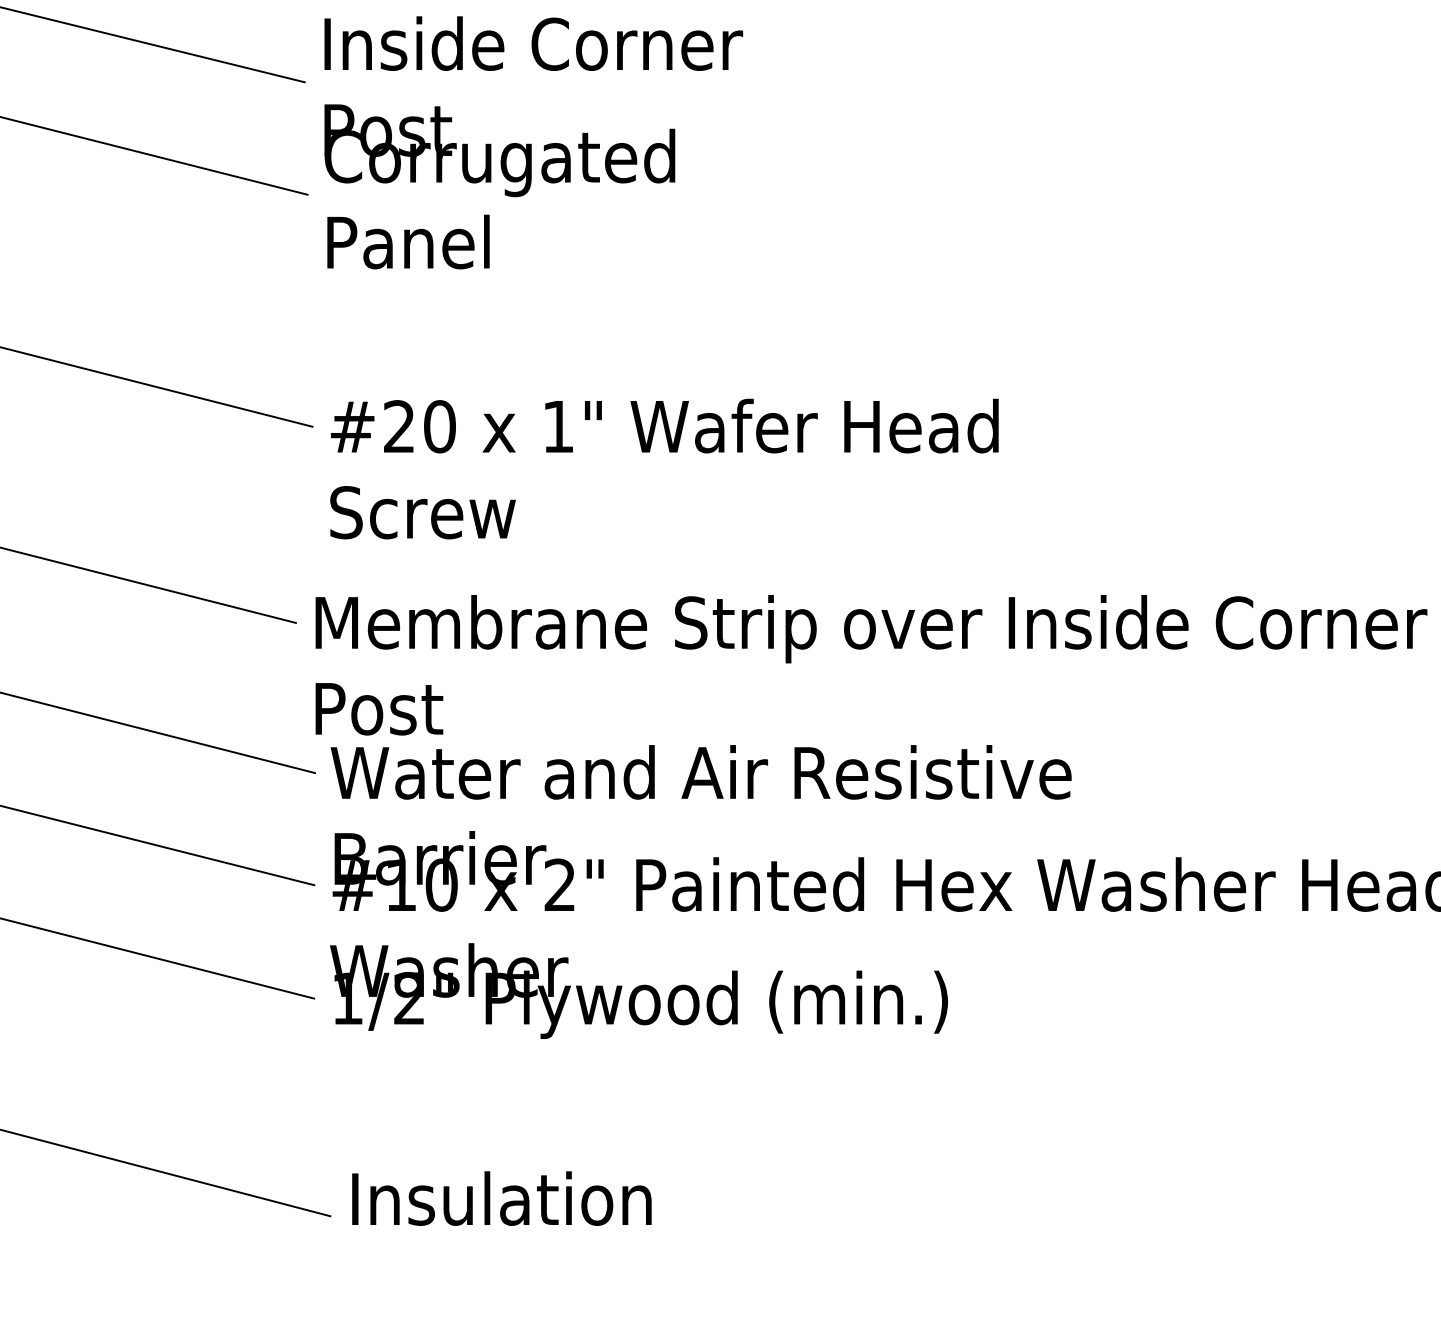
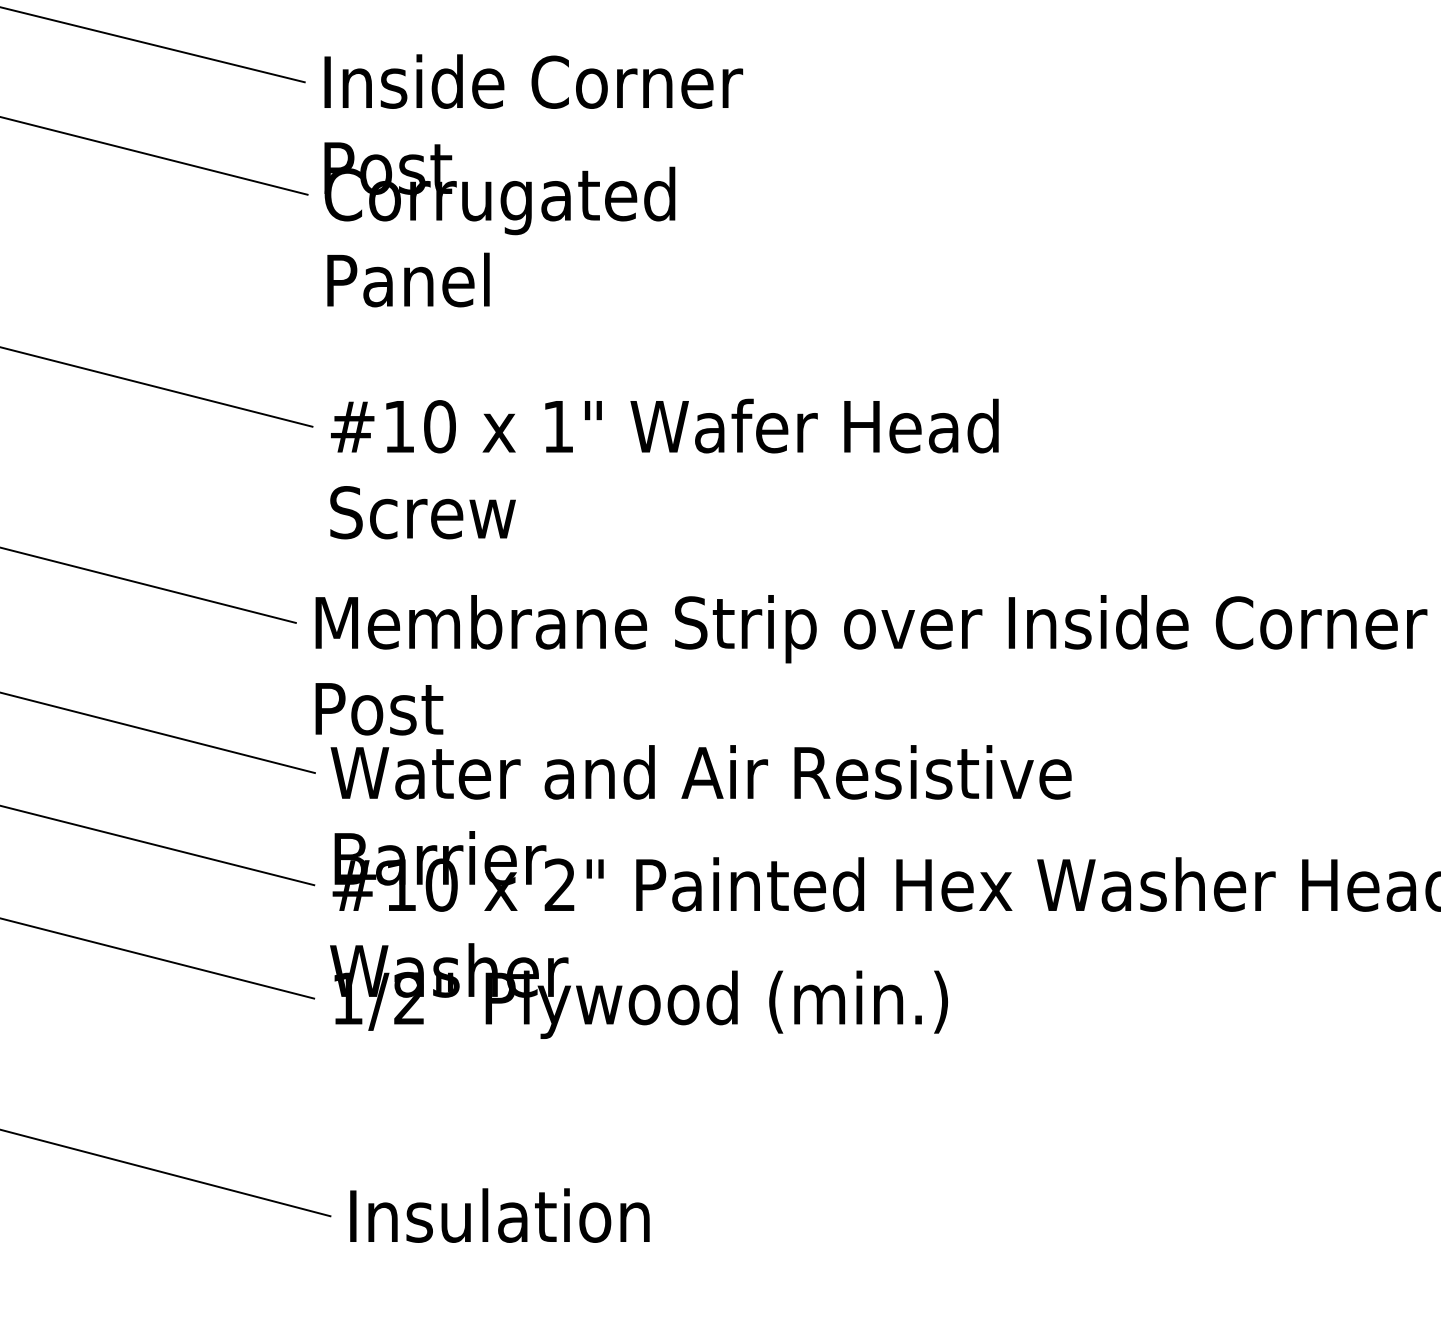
text at (533, 142) position: (533, 142) -> (533, 180)
text at (398, 426): #20 -> #10
text at (501, 1198) position: (501, 1198) -> (499, 1215)
